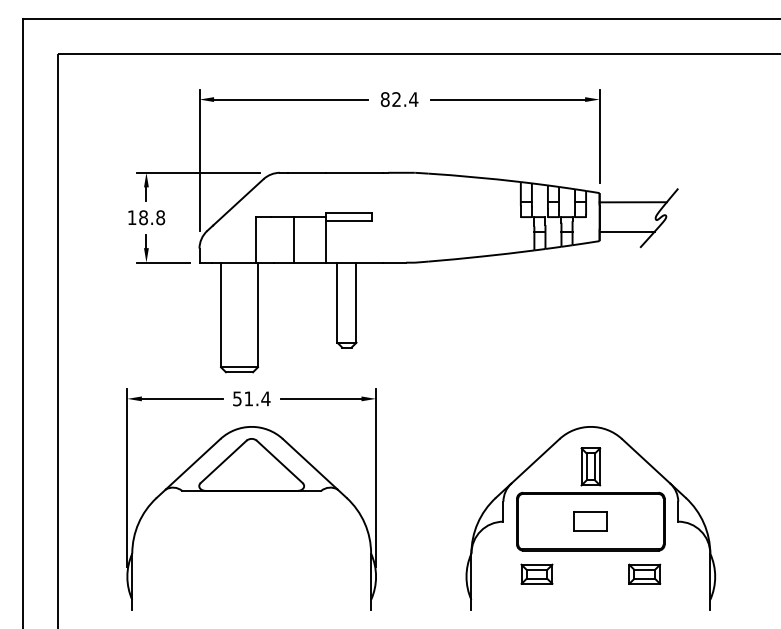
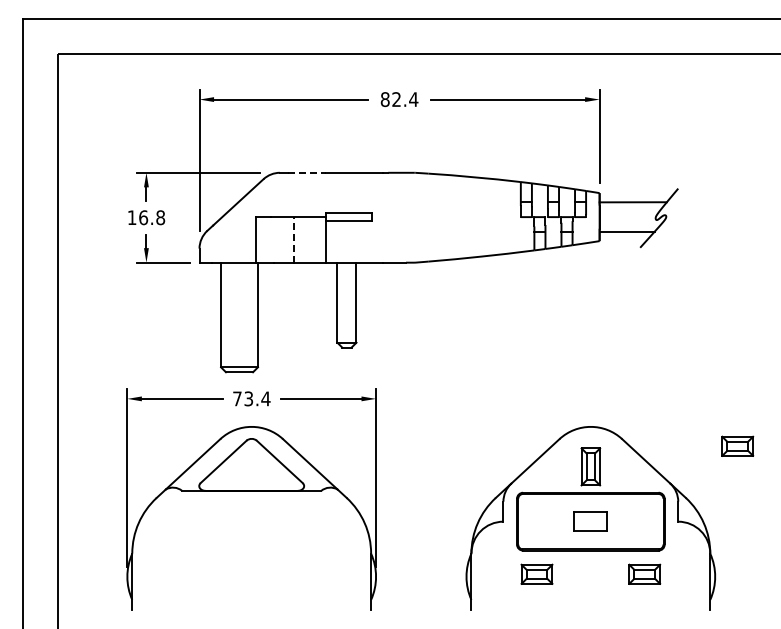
line at (307, 172): solid -> dashed
text at (143, 217): 18.8 -> 16.8
line at (294, 239): solid -> dashed
text at (243, 398): 51.4 -> 73.4
part at (737, 445): none -> present
